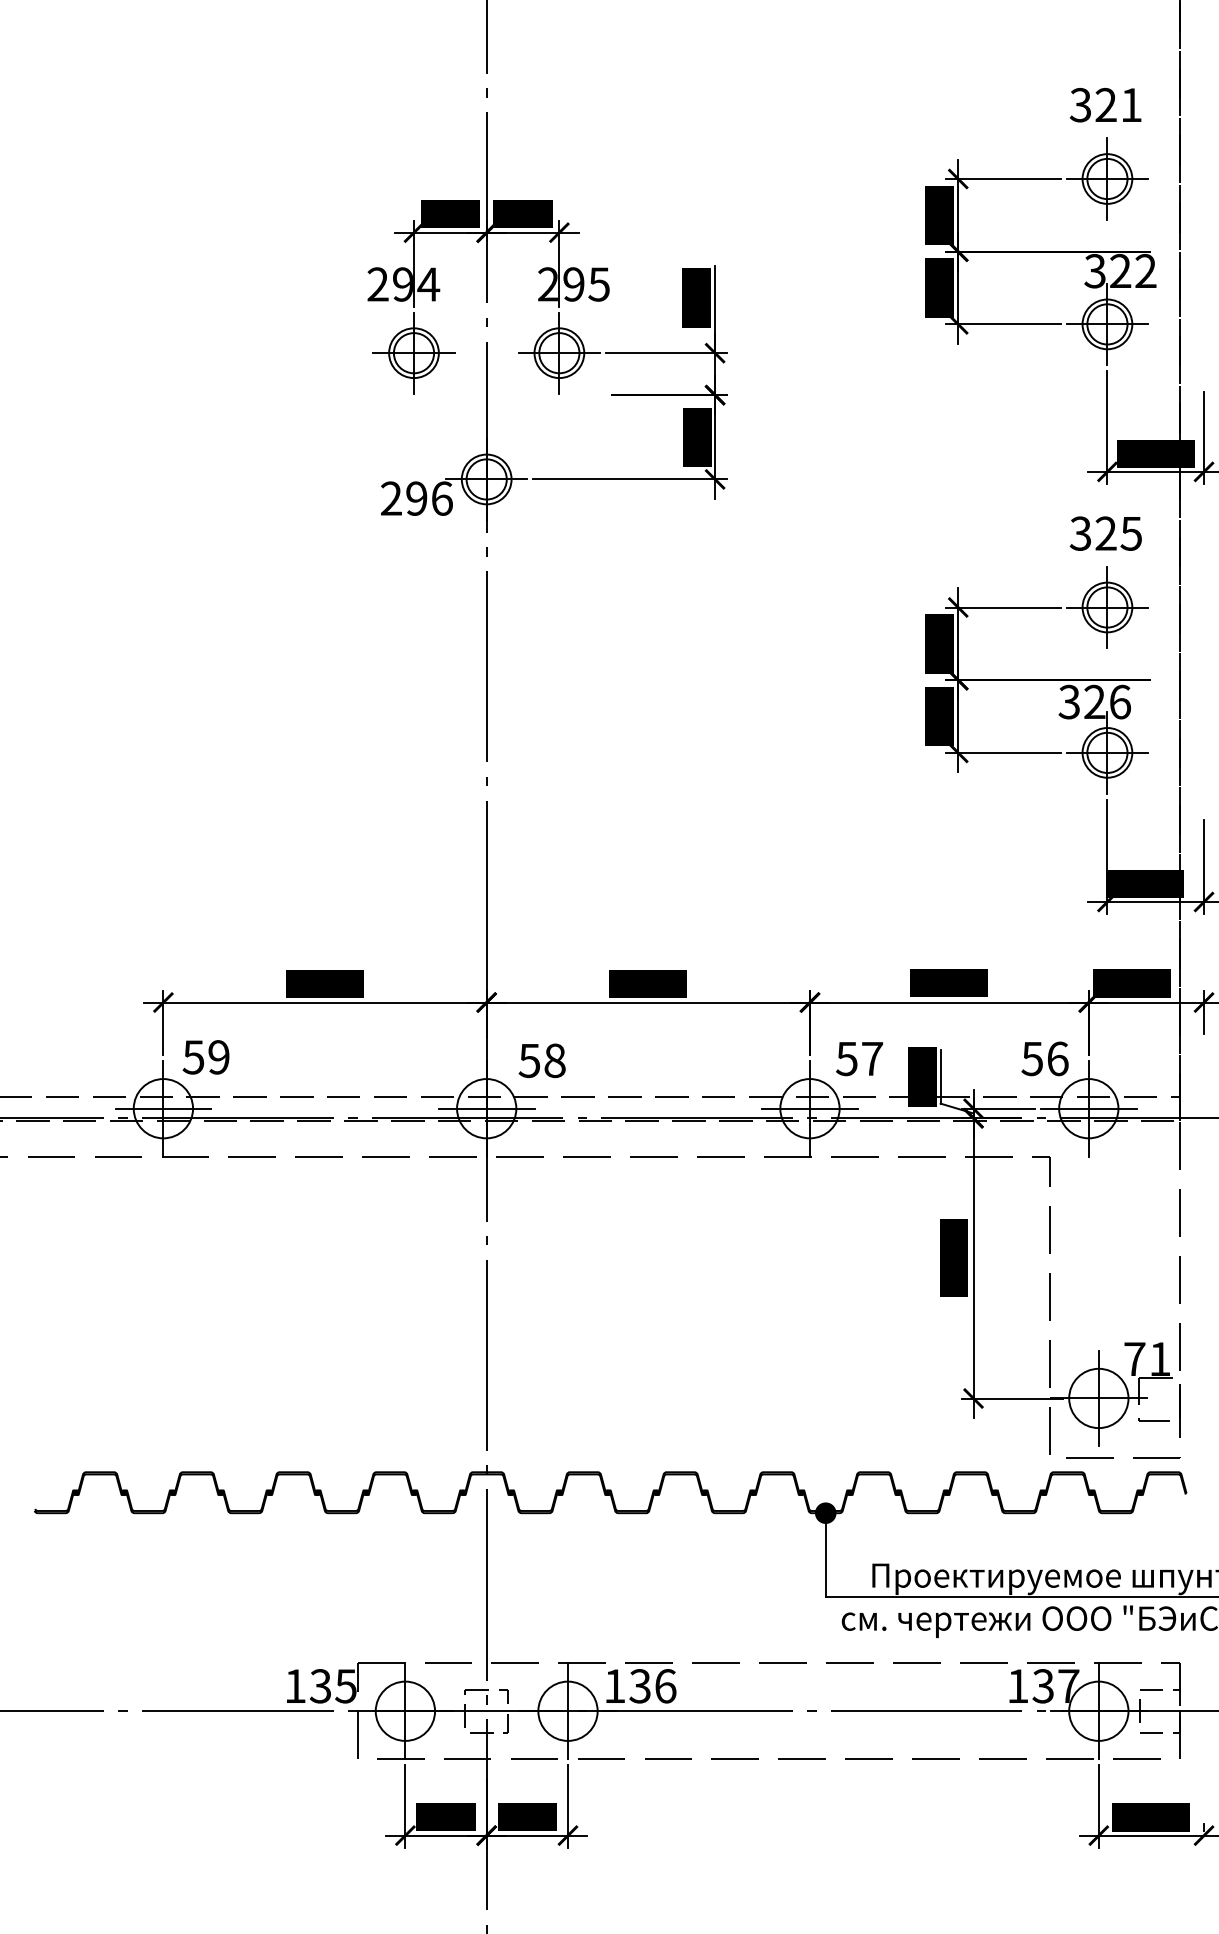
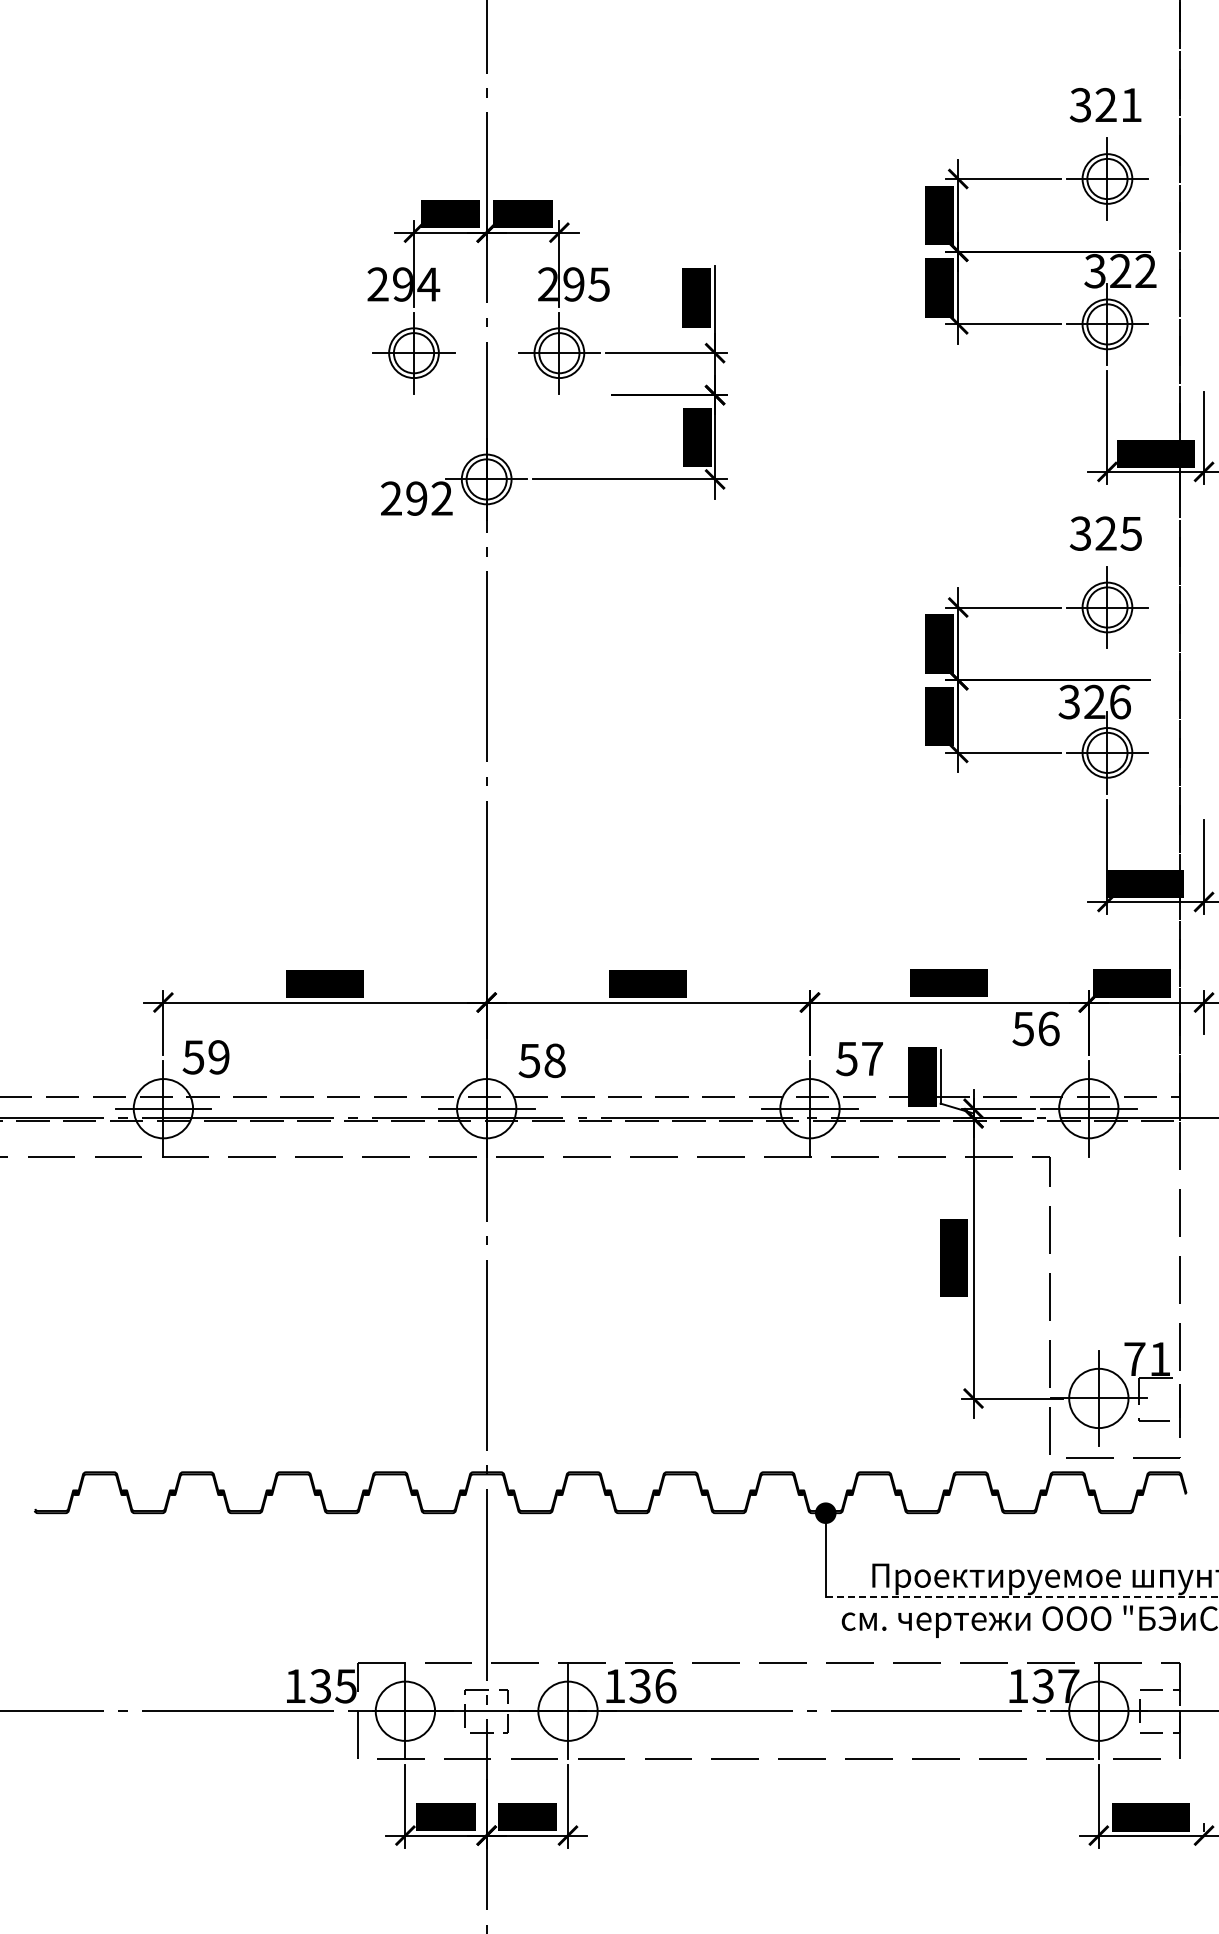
text at (441, 498): 296 -> 292
text at (1044, 1058) position: (1044, 1058) -> (1035, 1028)
line at (1022, 1597): solid -> dashed
